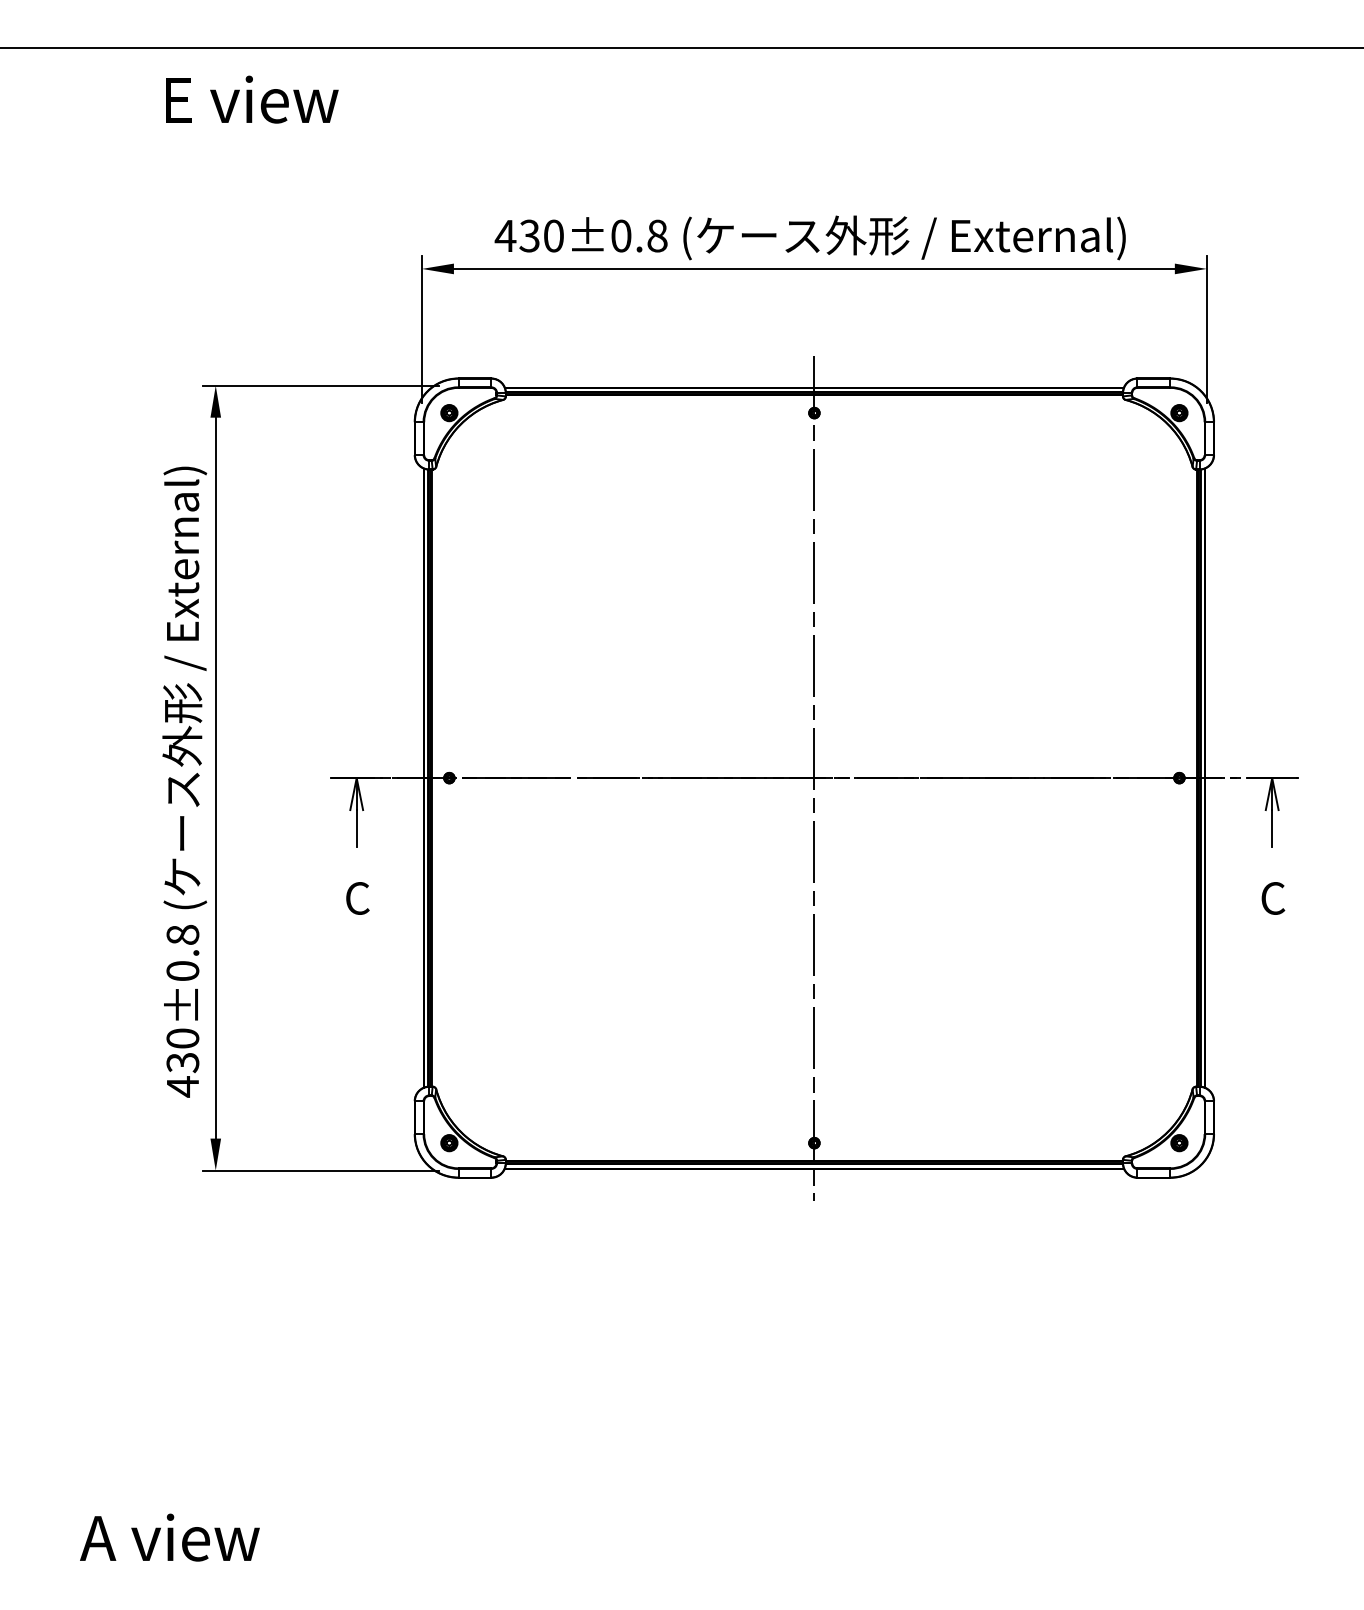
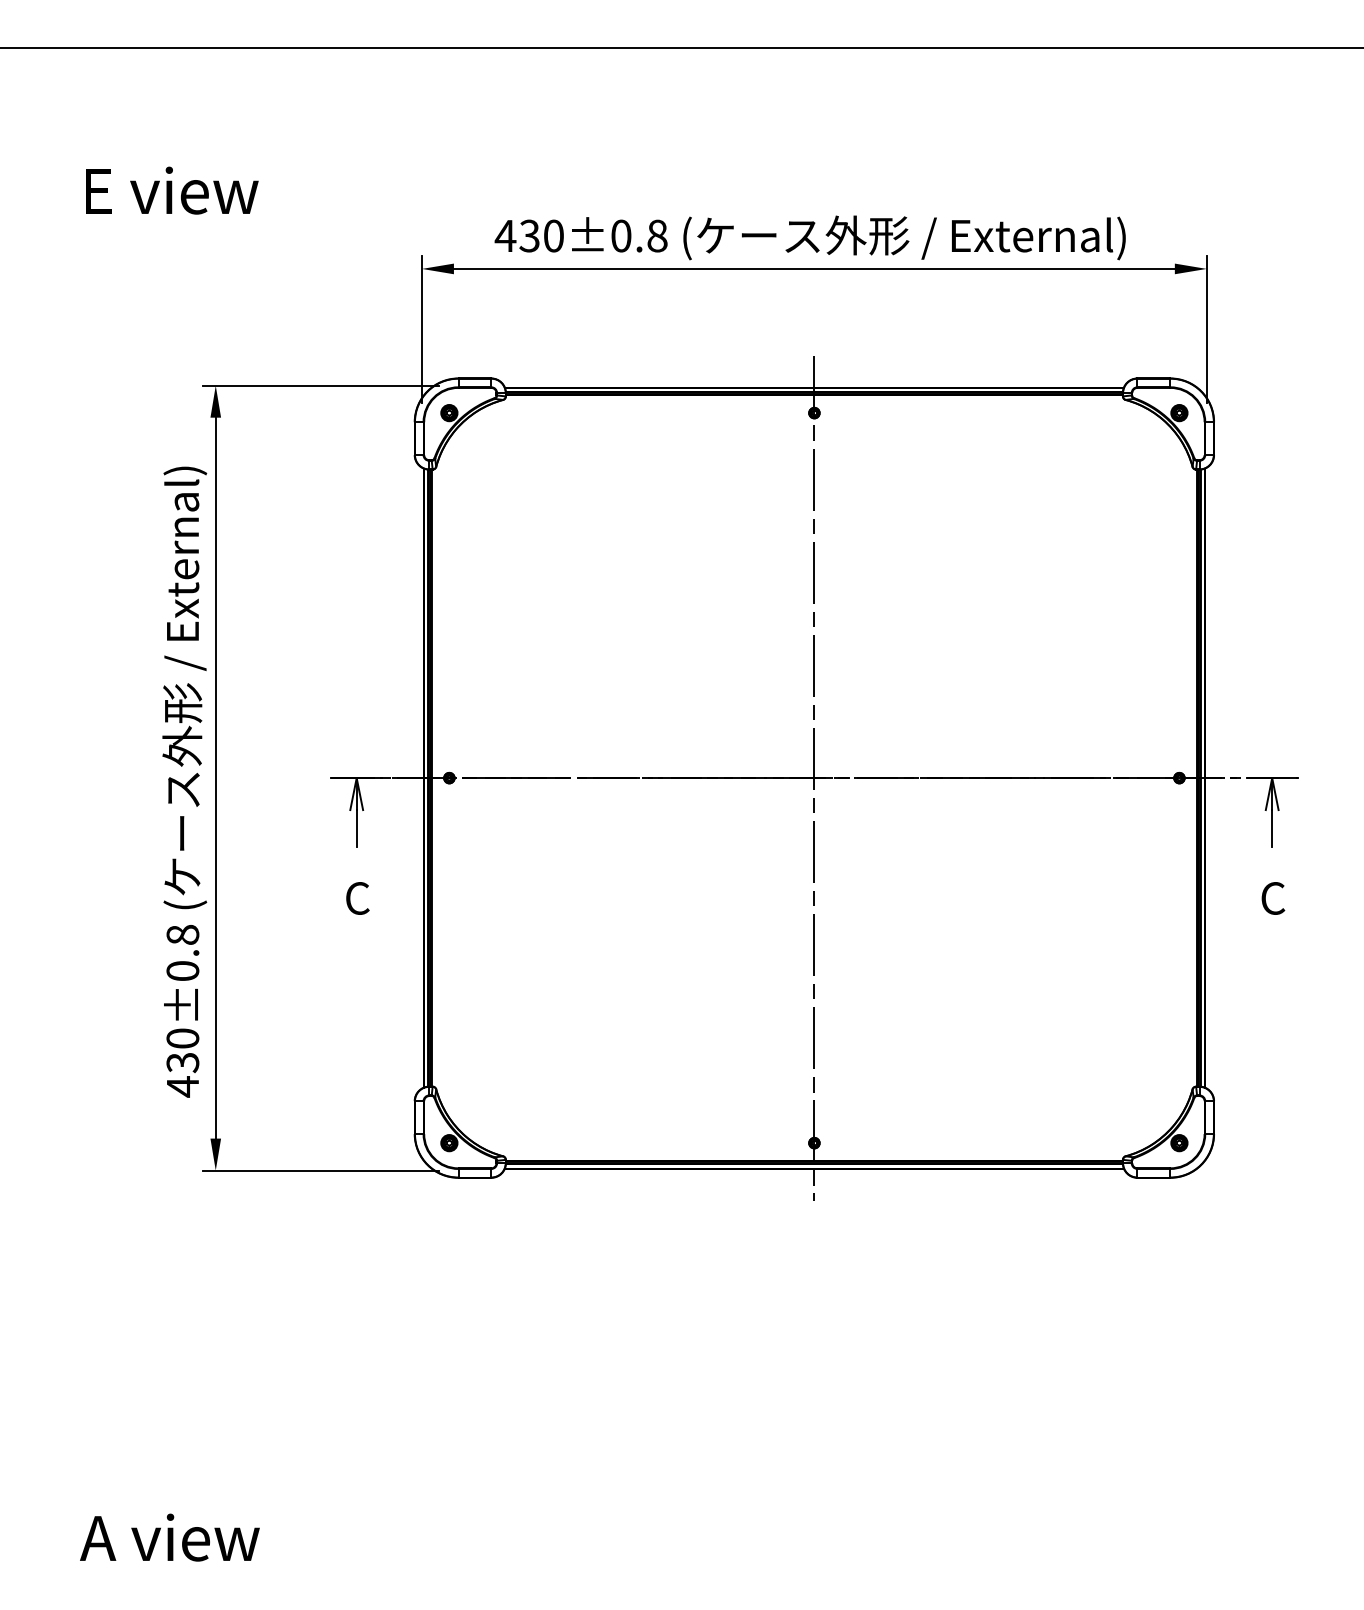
text at (252, 99) position: (252, 99) -> (172, 190)
